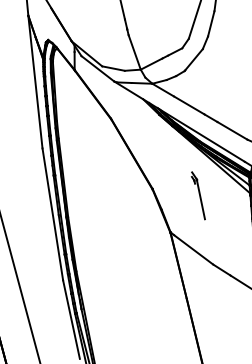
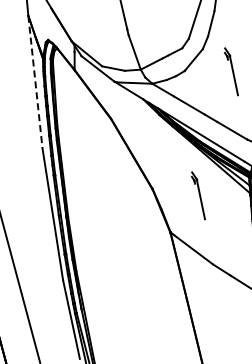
part at (230, 71): none -> present
line at (35, 82): solid -> dashed
